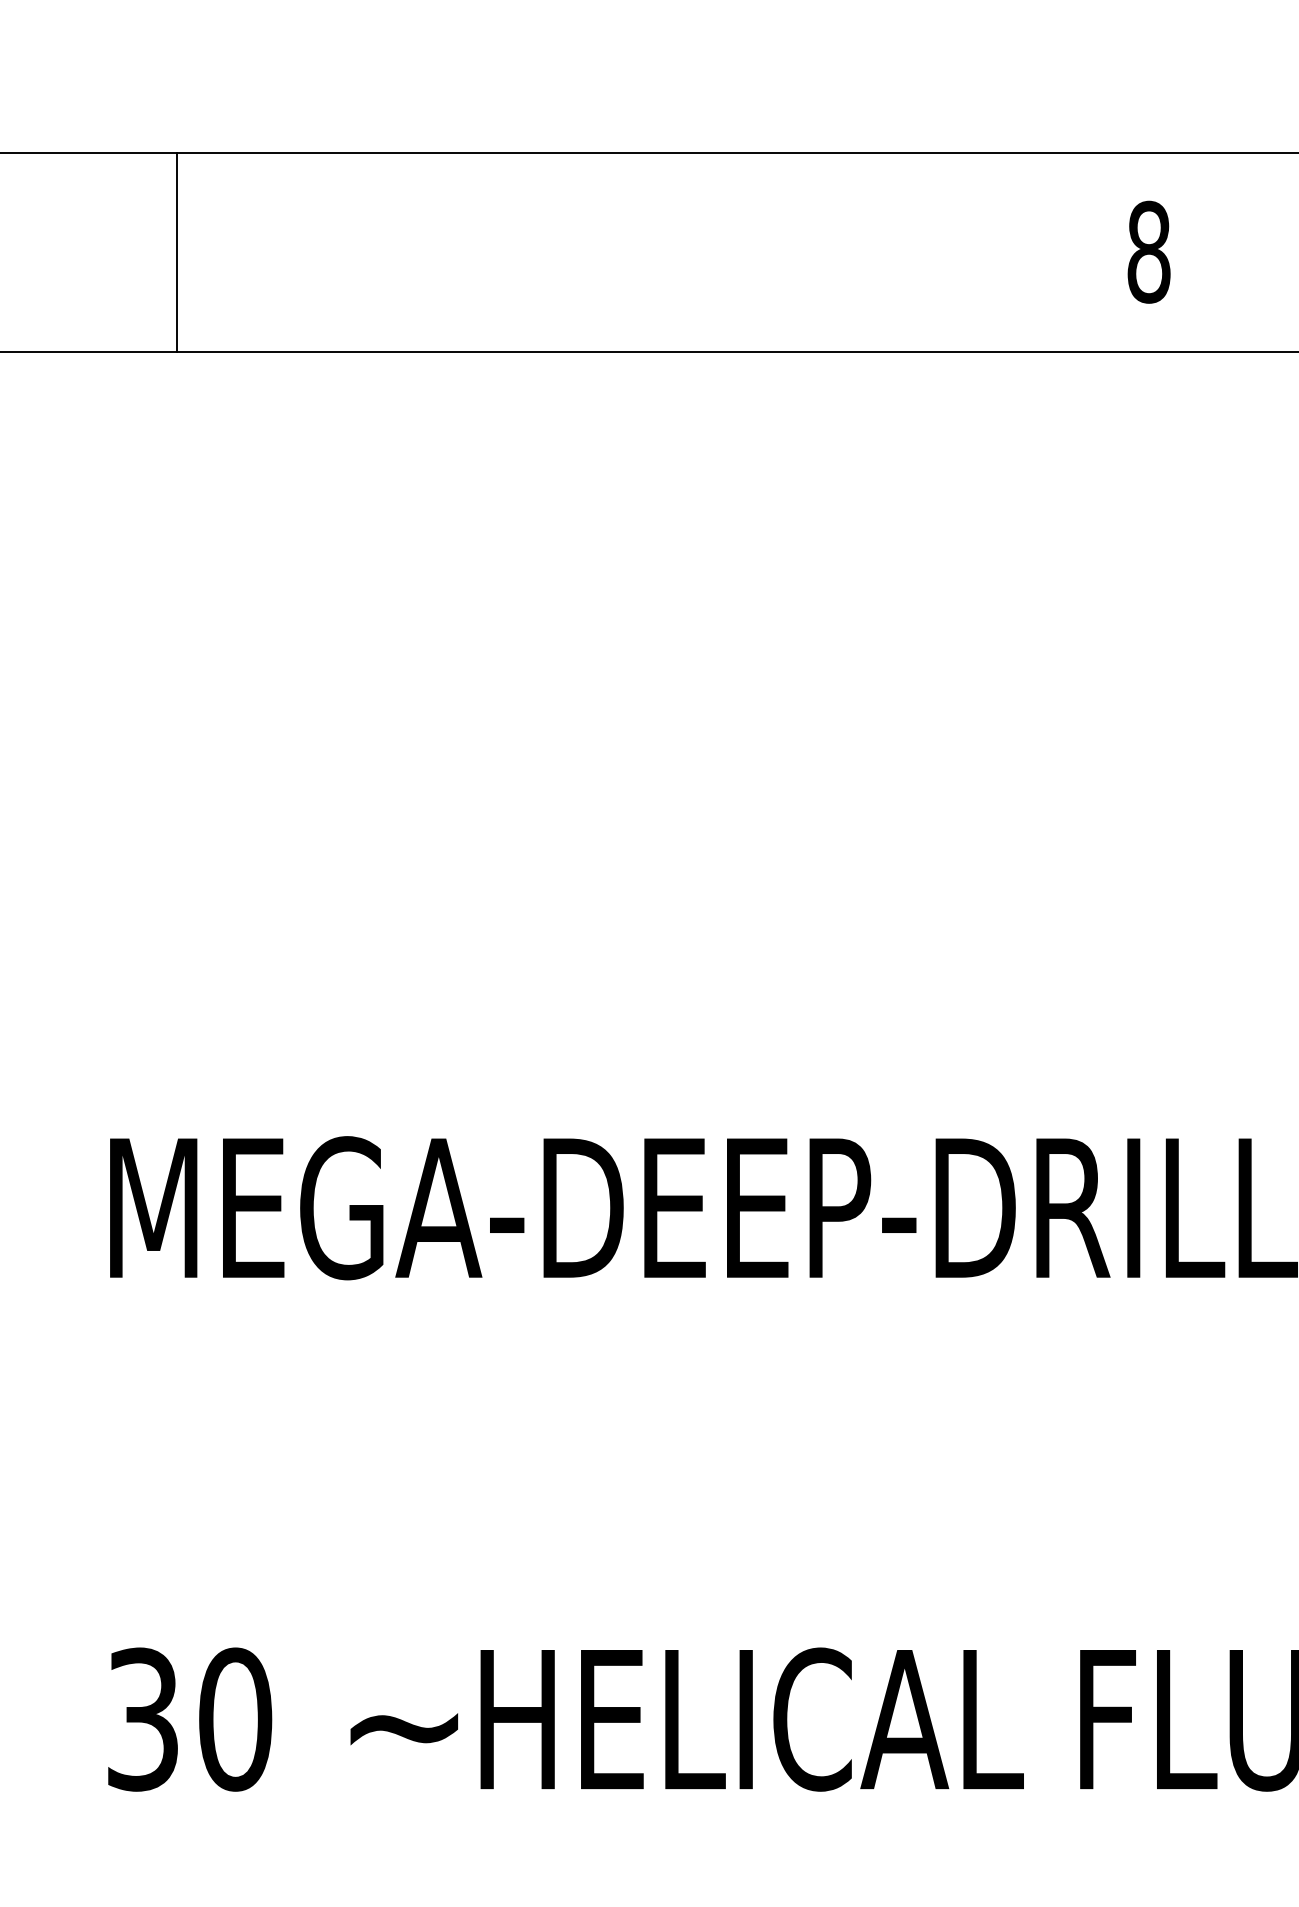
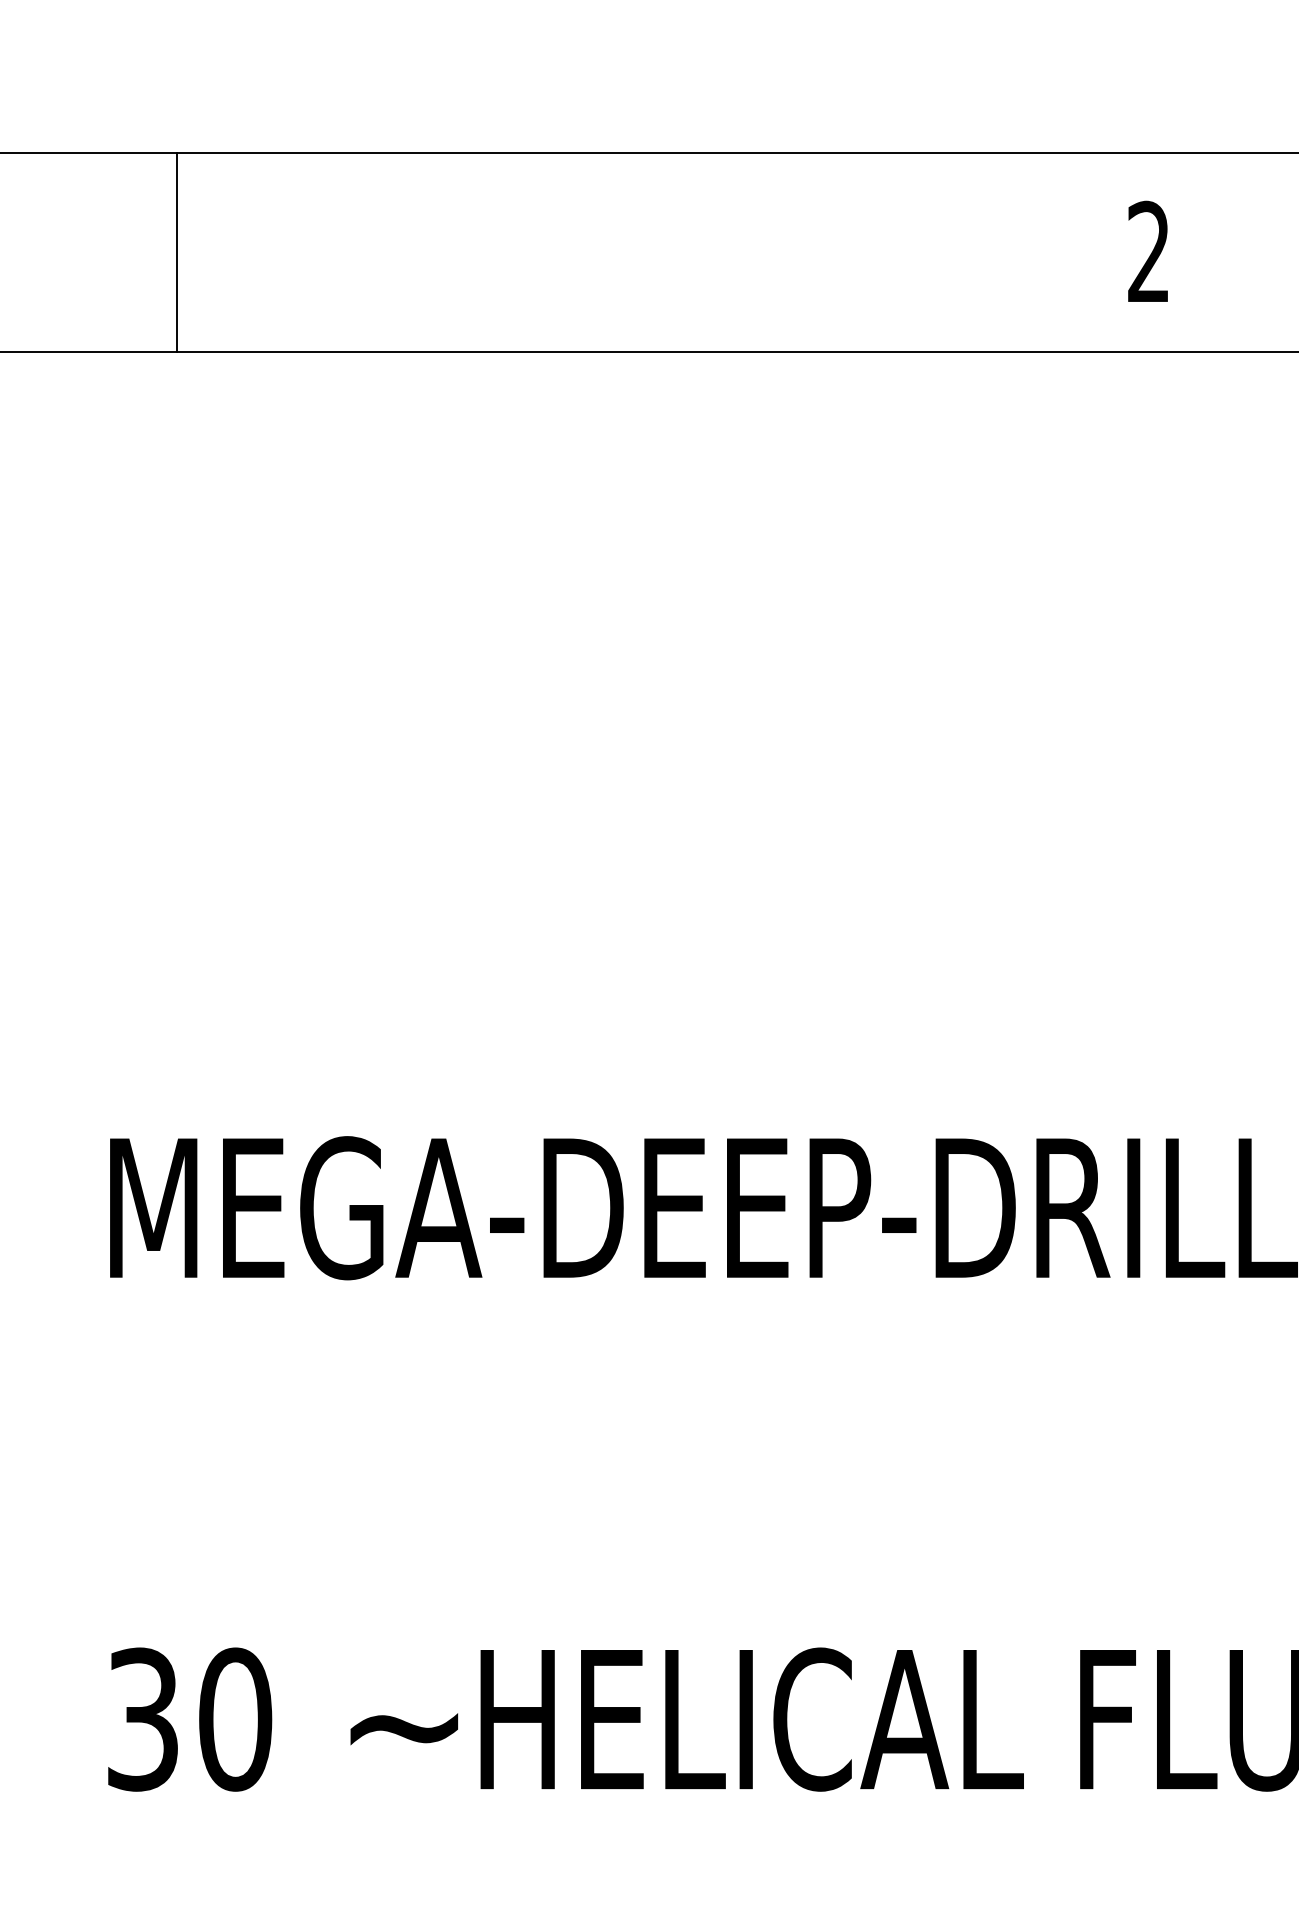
text at (1148, 251): 8 -> 2
